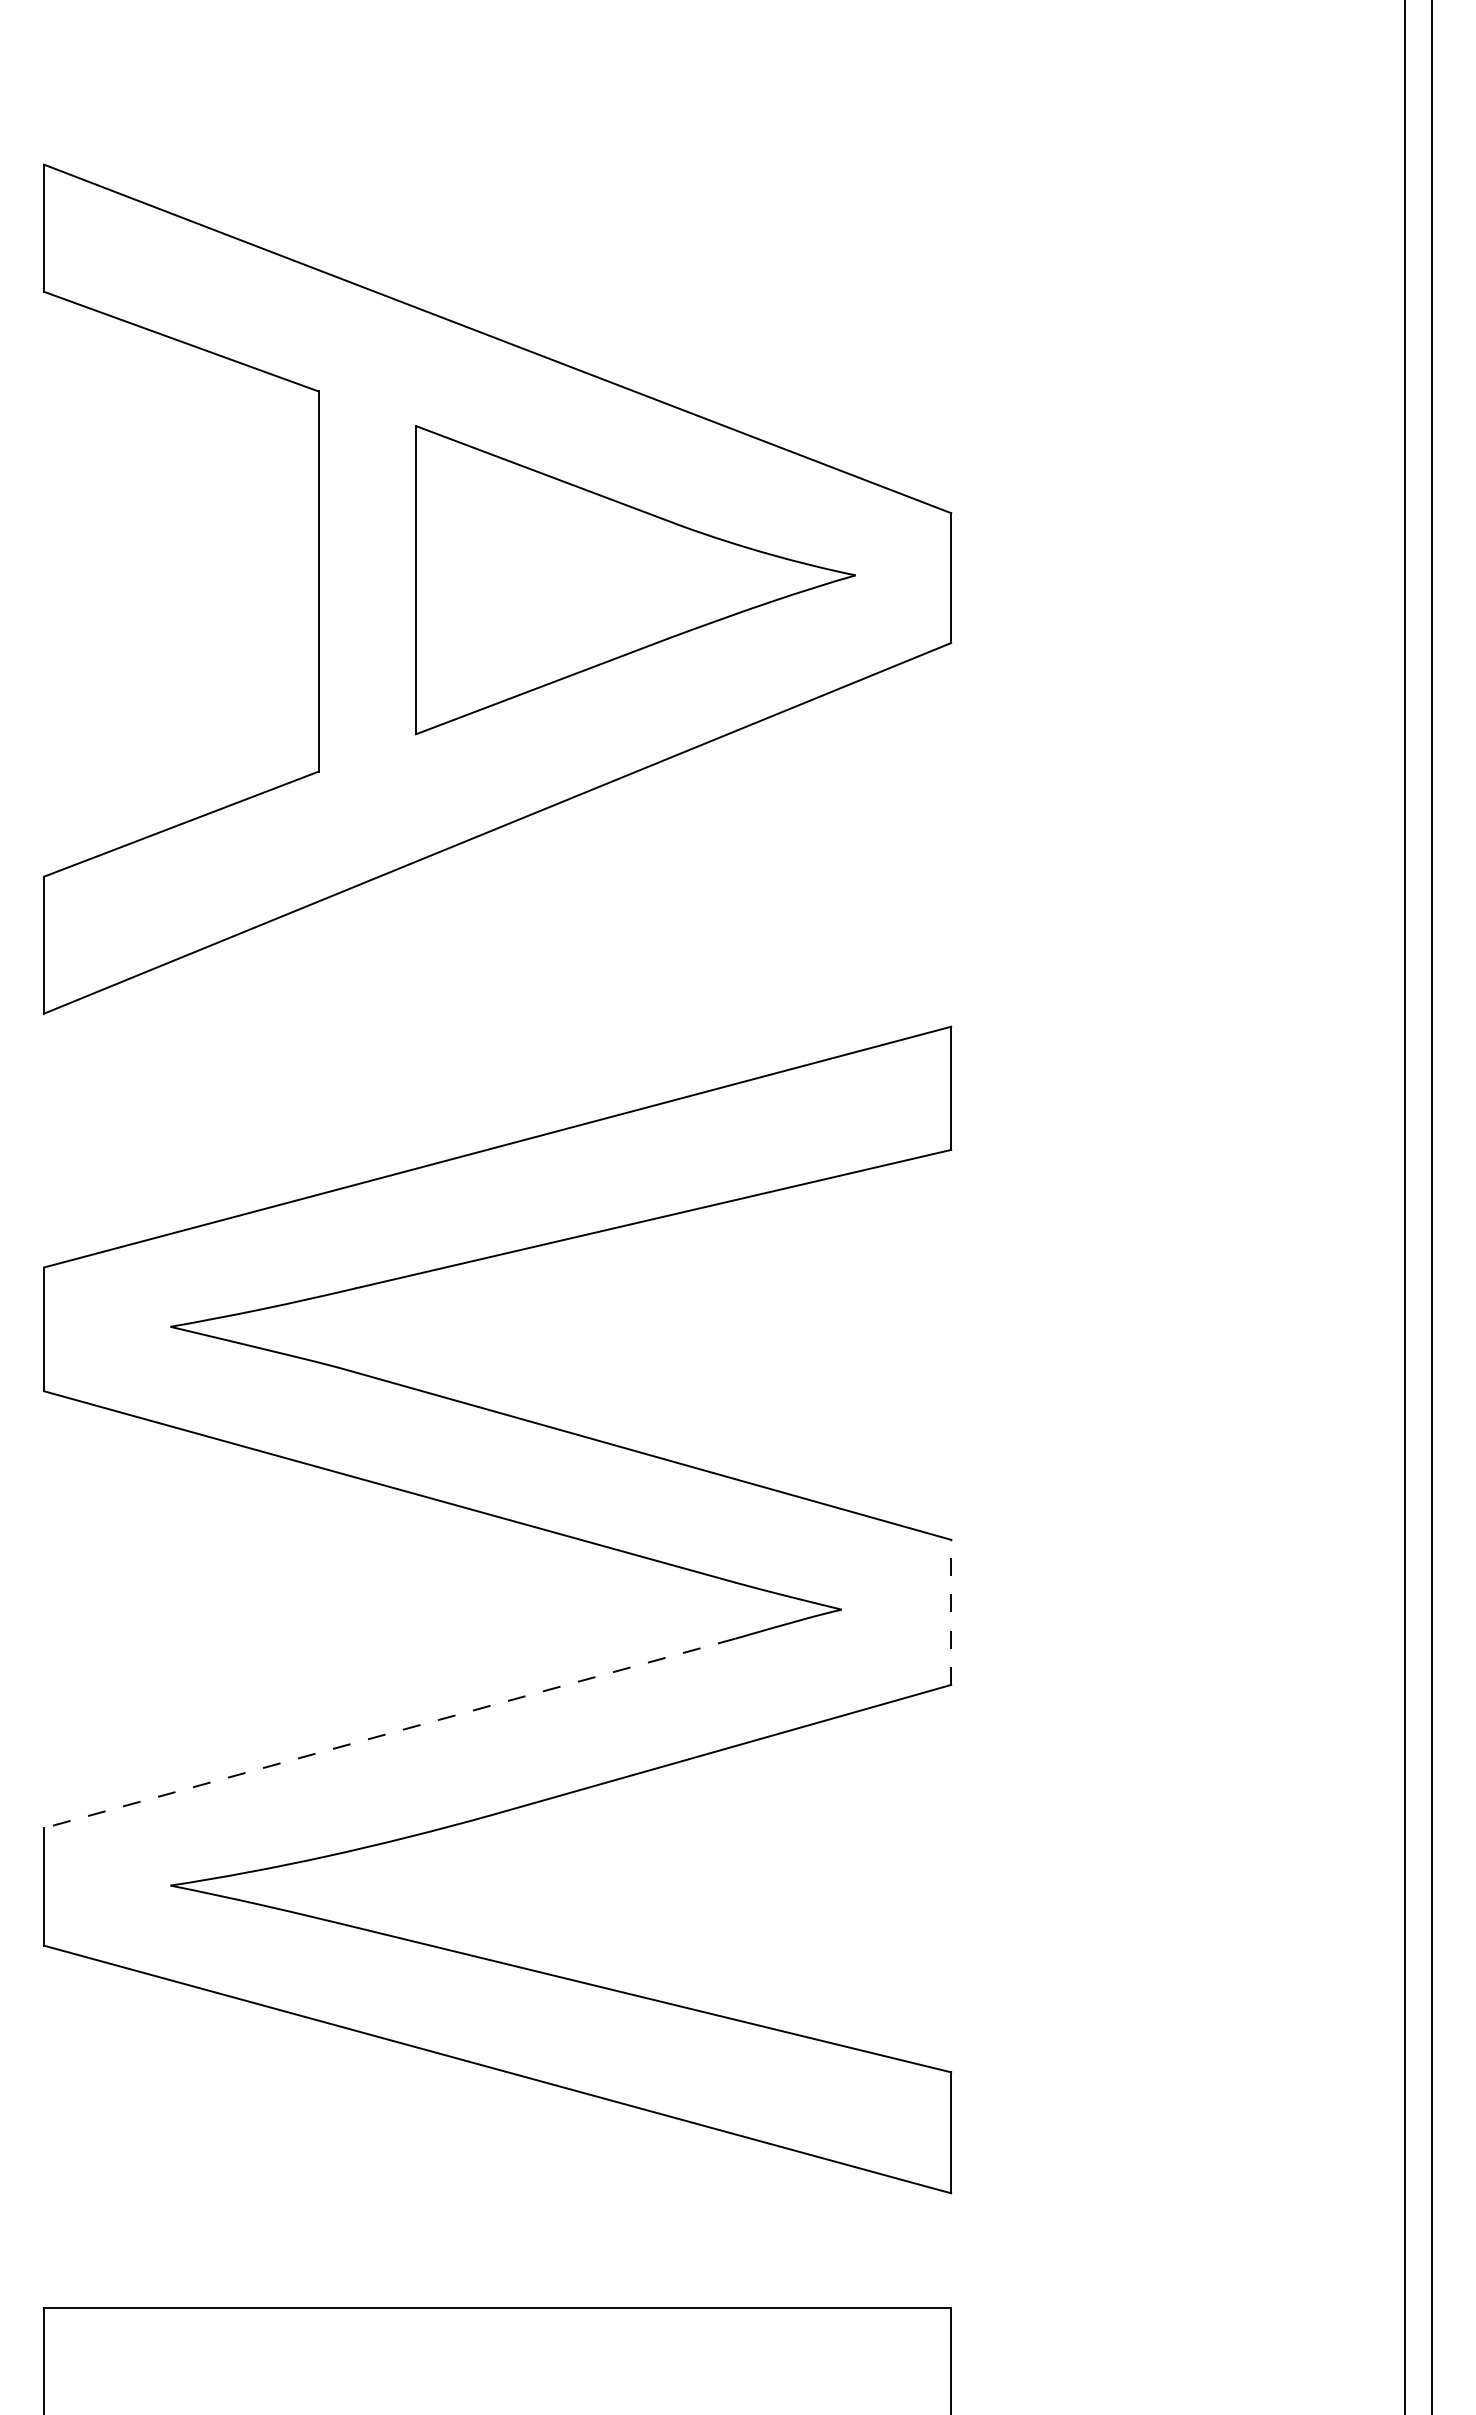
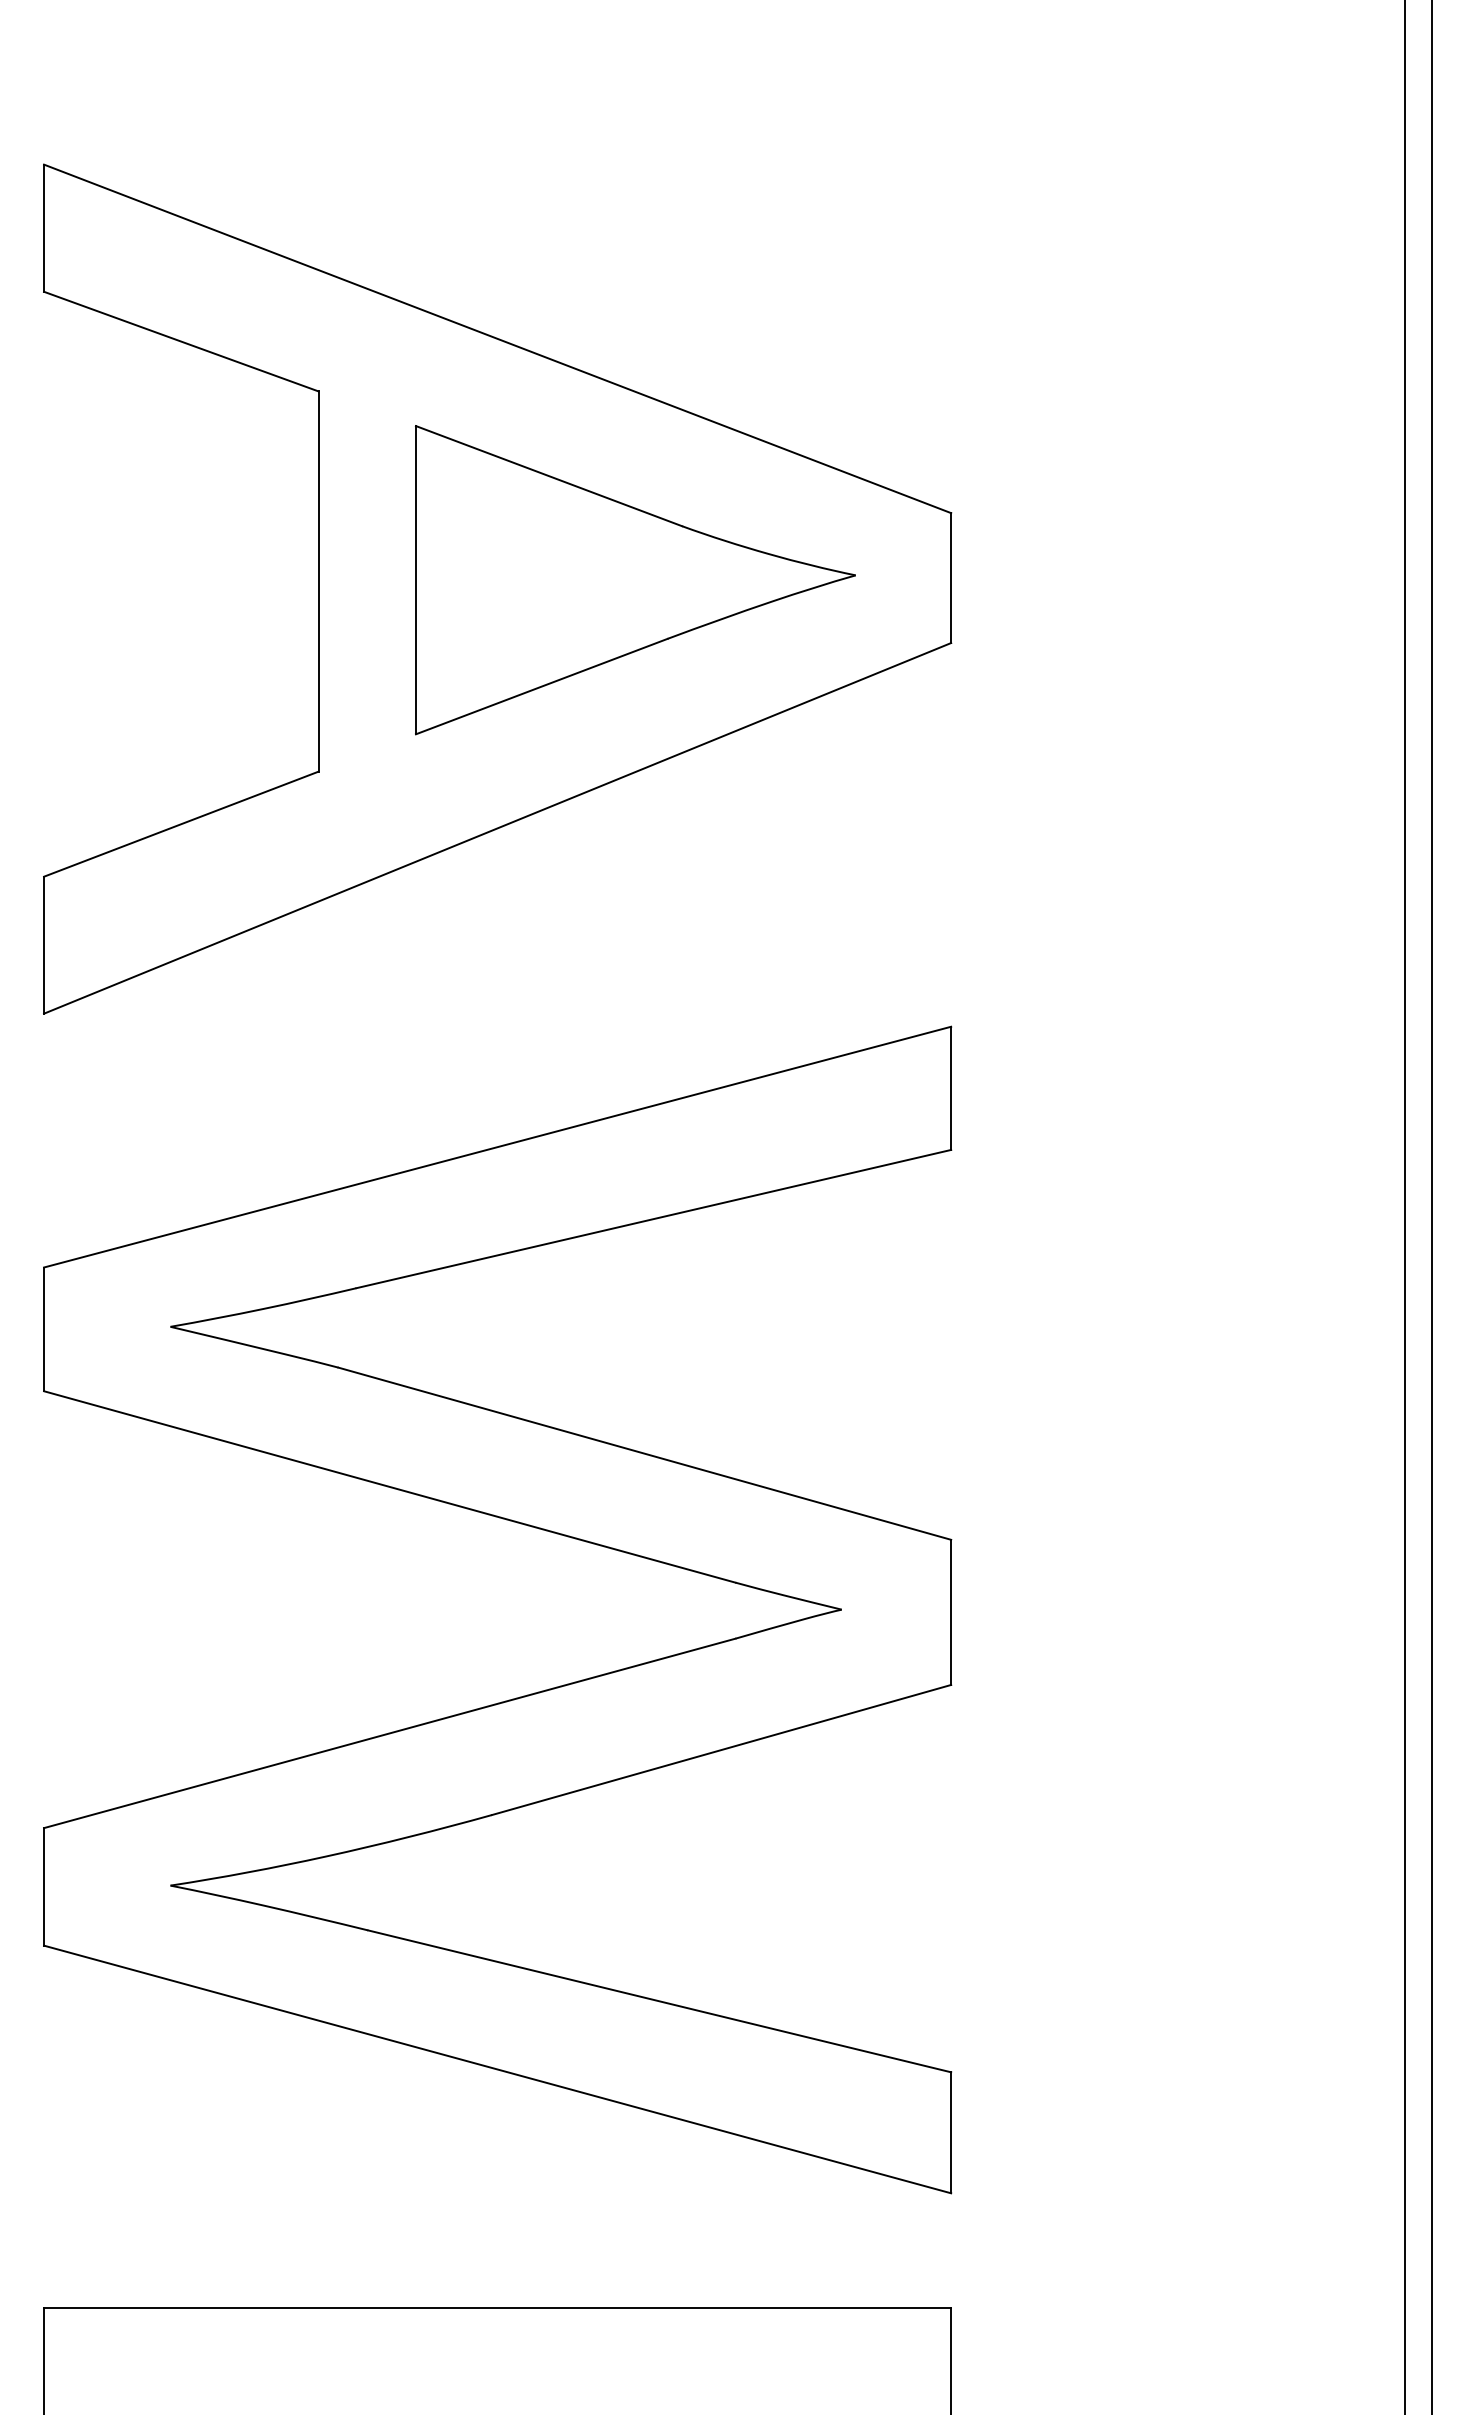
line at (951, 1612): dashed -> solid
line at (389, 1733): dashed -> solid
